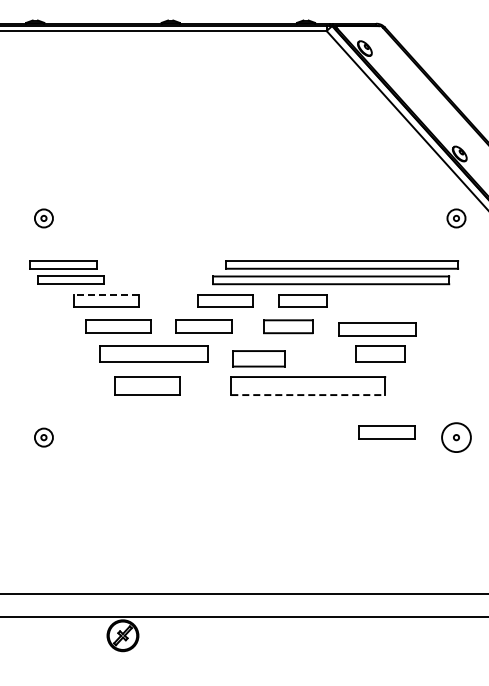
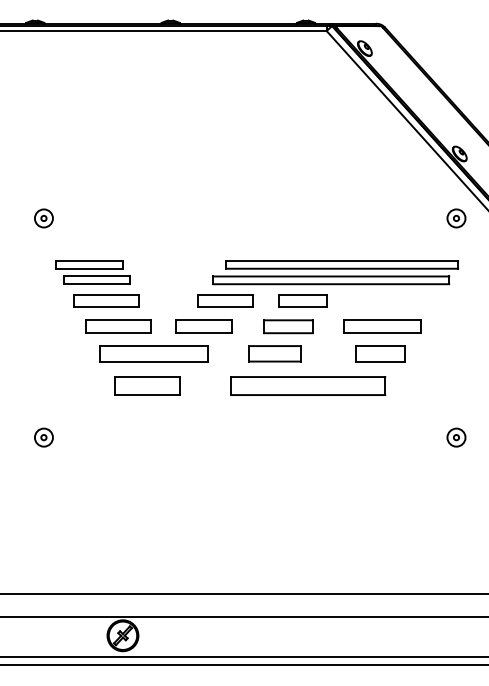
part at (66, 272) position: (66, 272) -> (92, 272)
line at (106, 294): dashed -> solid
part at (377, 329) position: (377, 329) -> (382, 326)
part at (258, 358) position: (258, 358) -> (274, 353)
line at (308, 395): dashed -> solid
part at (386, 432): present -> none
circle at (456, 437) diameter: 29 px -> 18 px
line at (243, 656): none -> present
line at (243, 665): none -> present
